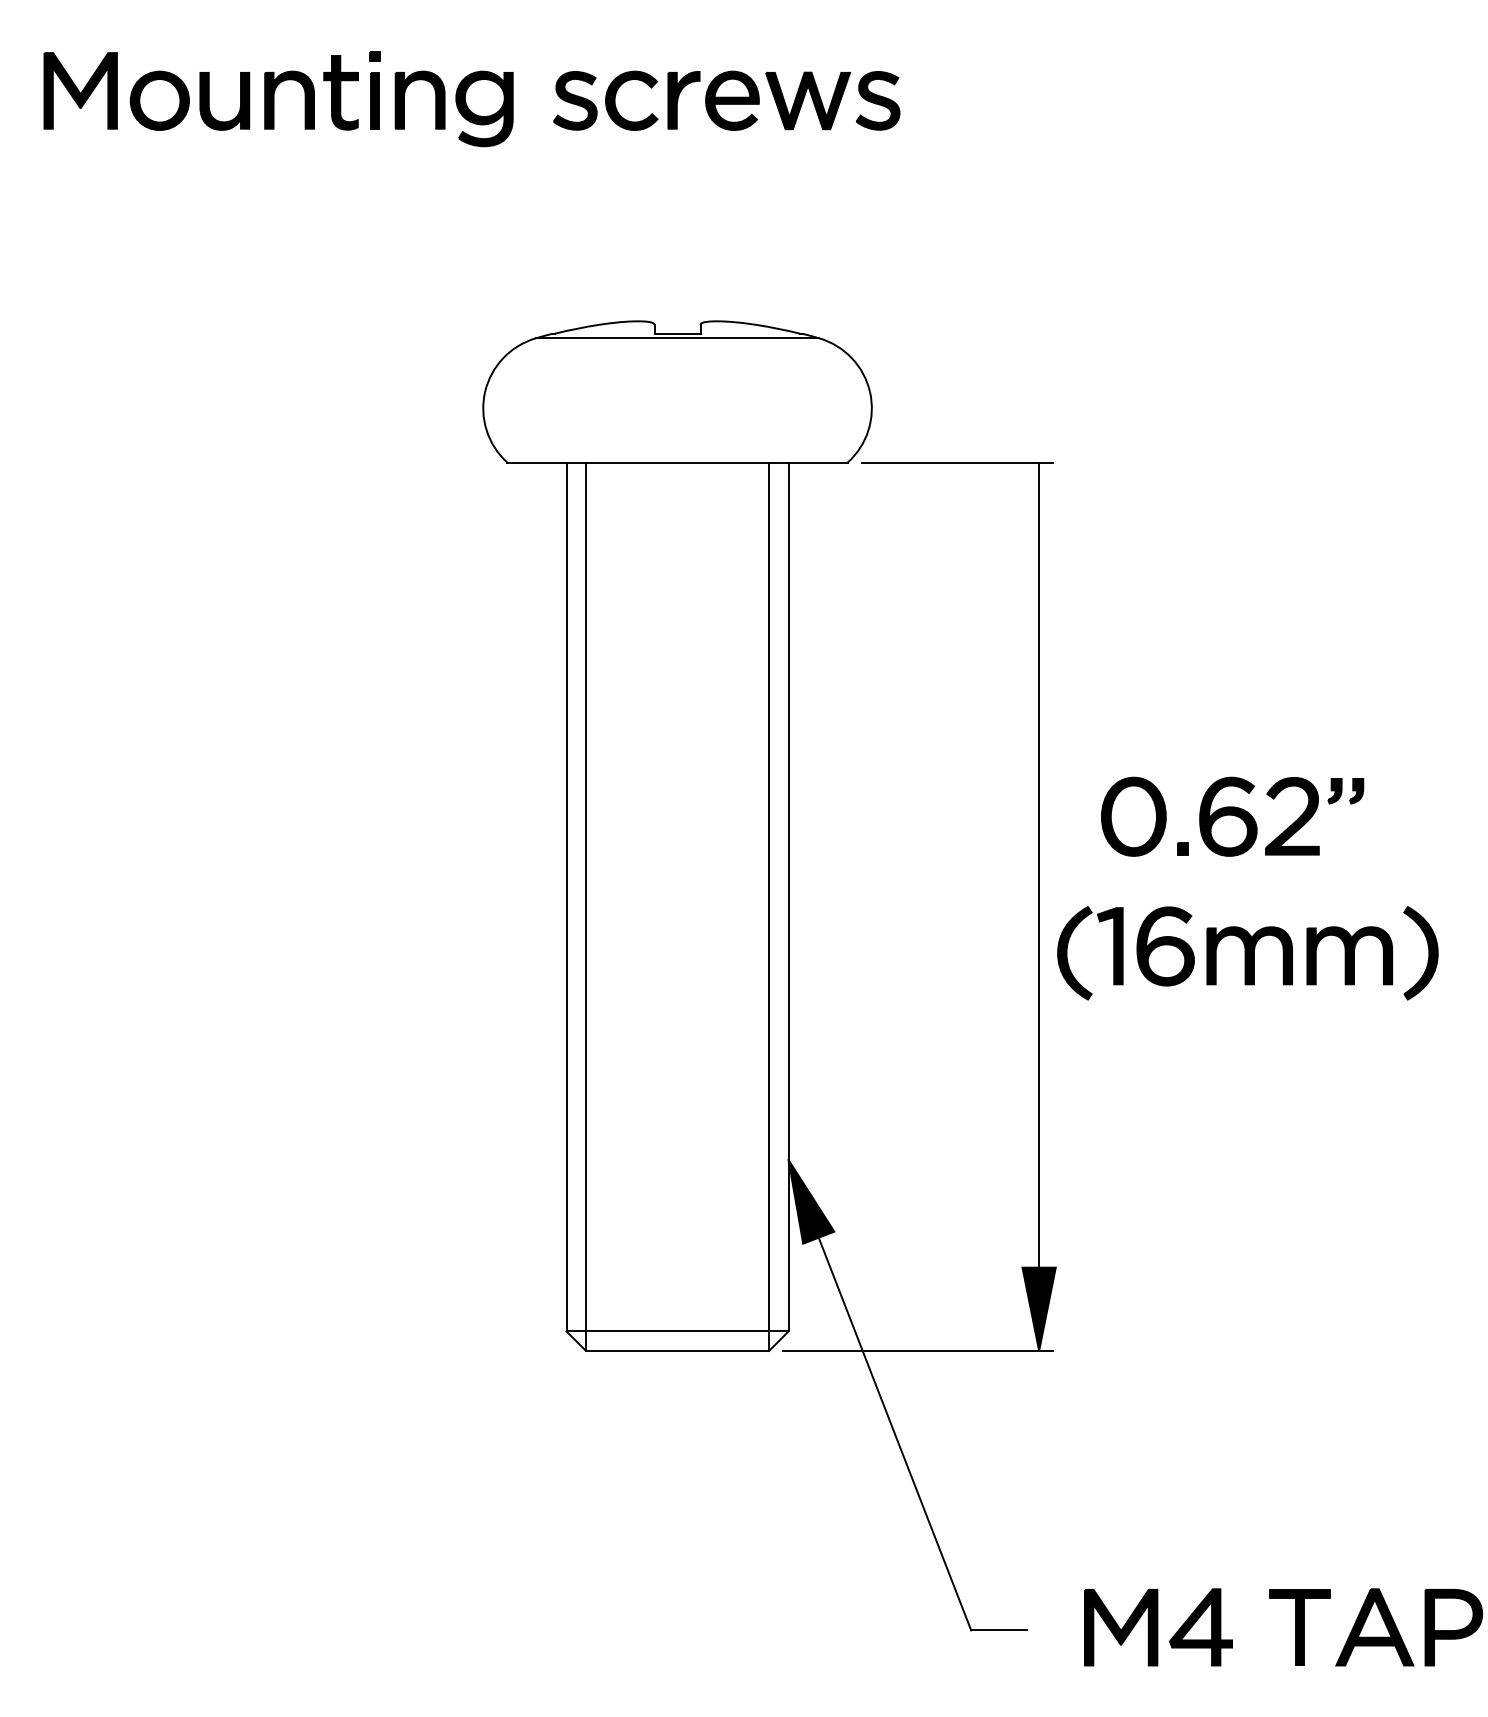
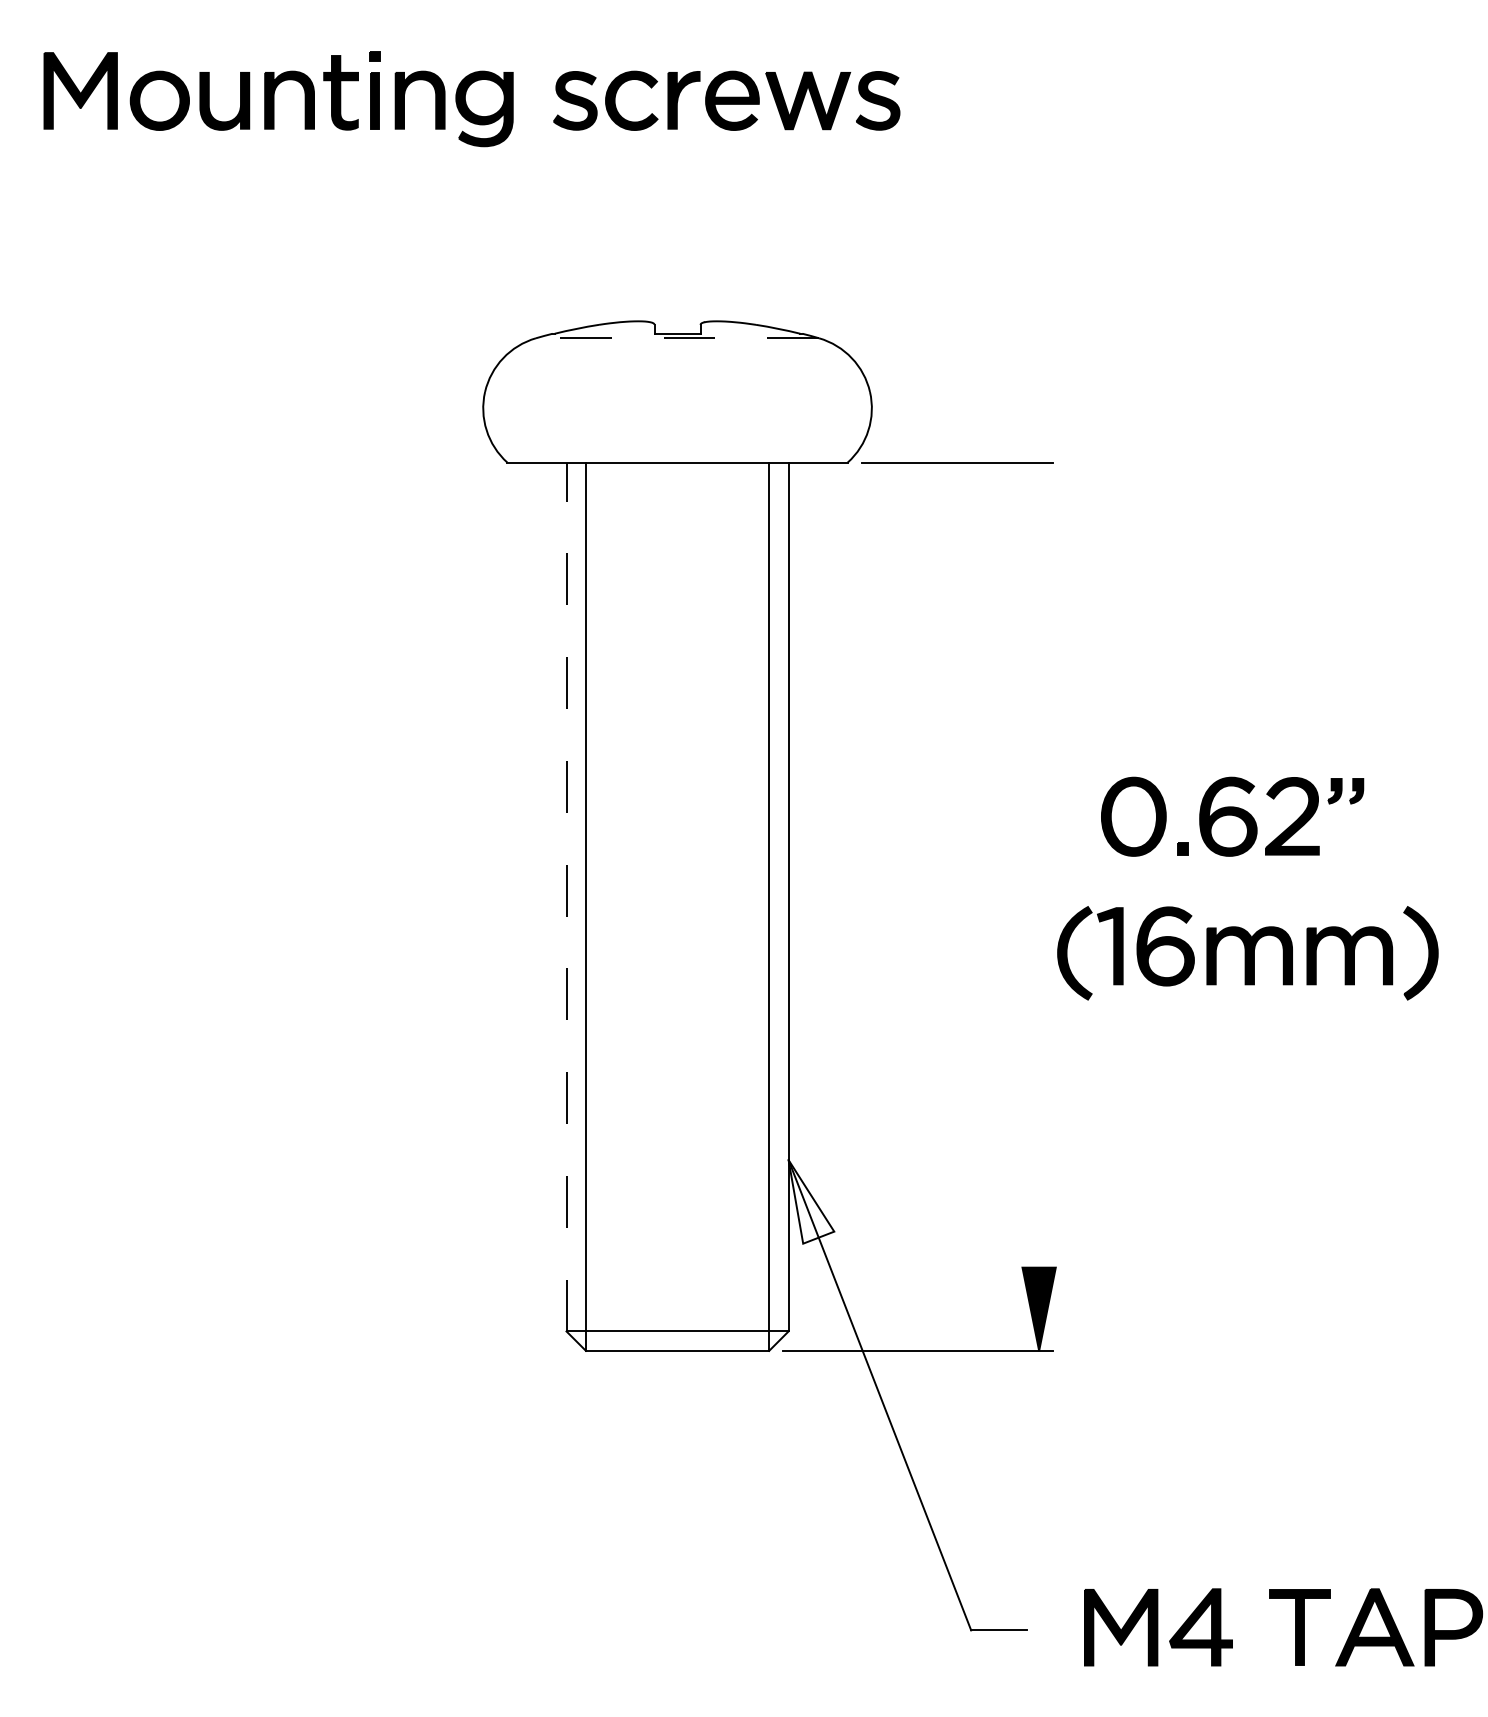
line at (677, 338): solid -> dashed
line at (566, 896): solid -> dashed
line at (1039, 906): present -> none
fill at (811, 1201): present -> none
